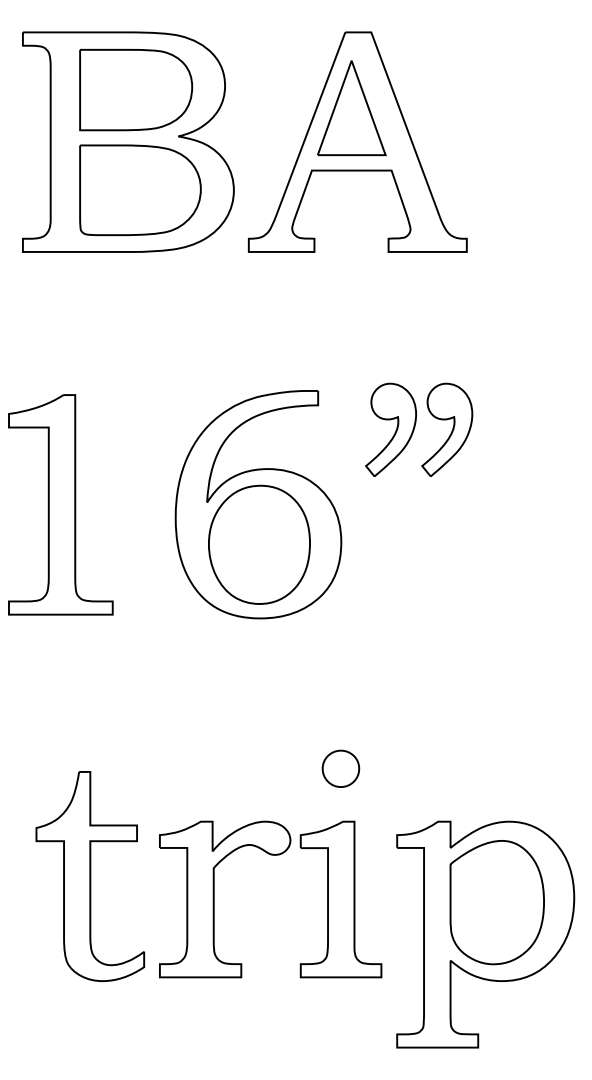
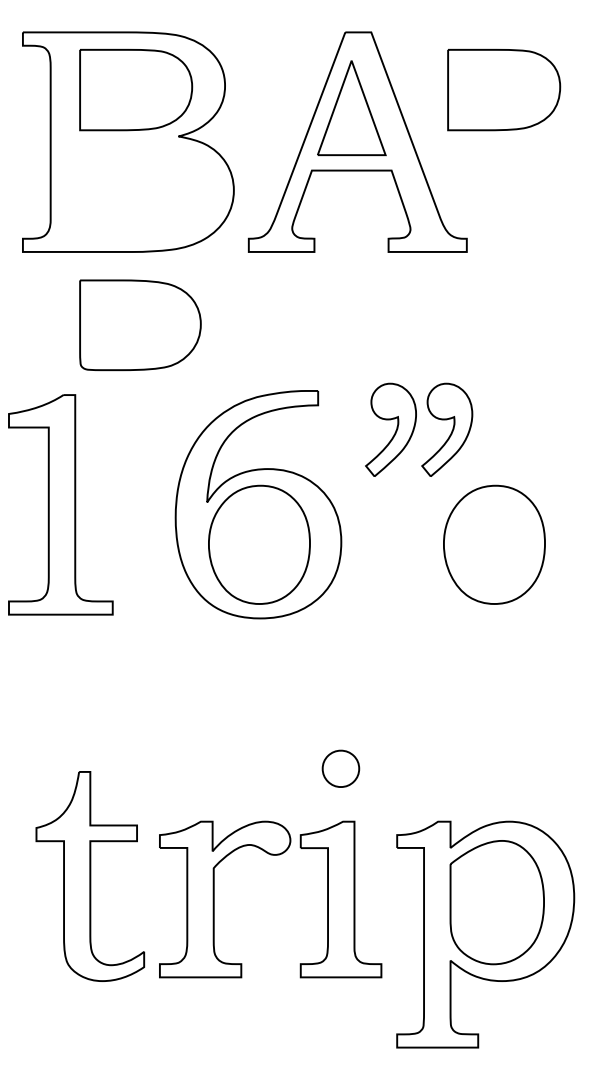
part at (504, 89): none -> present
part at (140, 190) position: (140, 190) -> (140, 325)
part at (494, 544): none -> present
